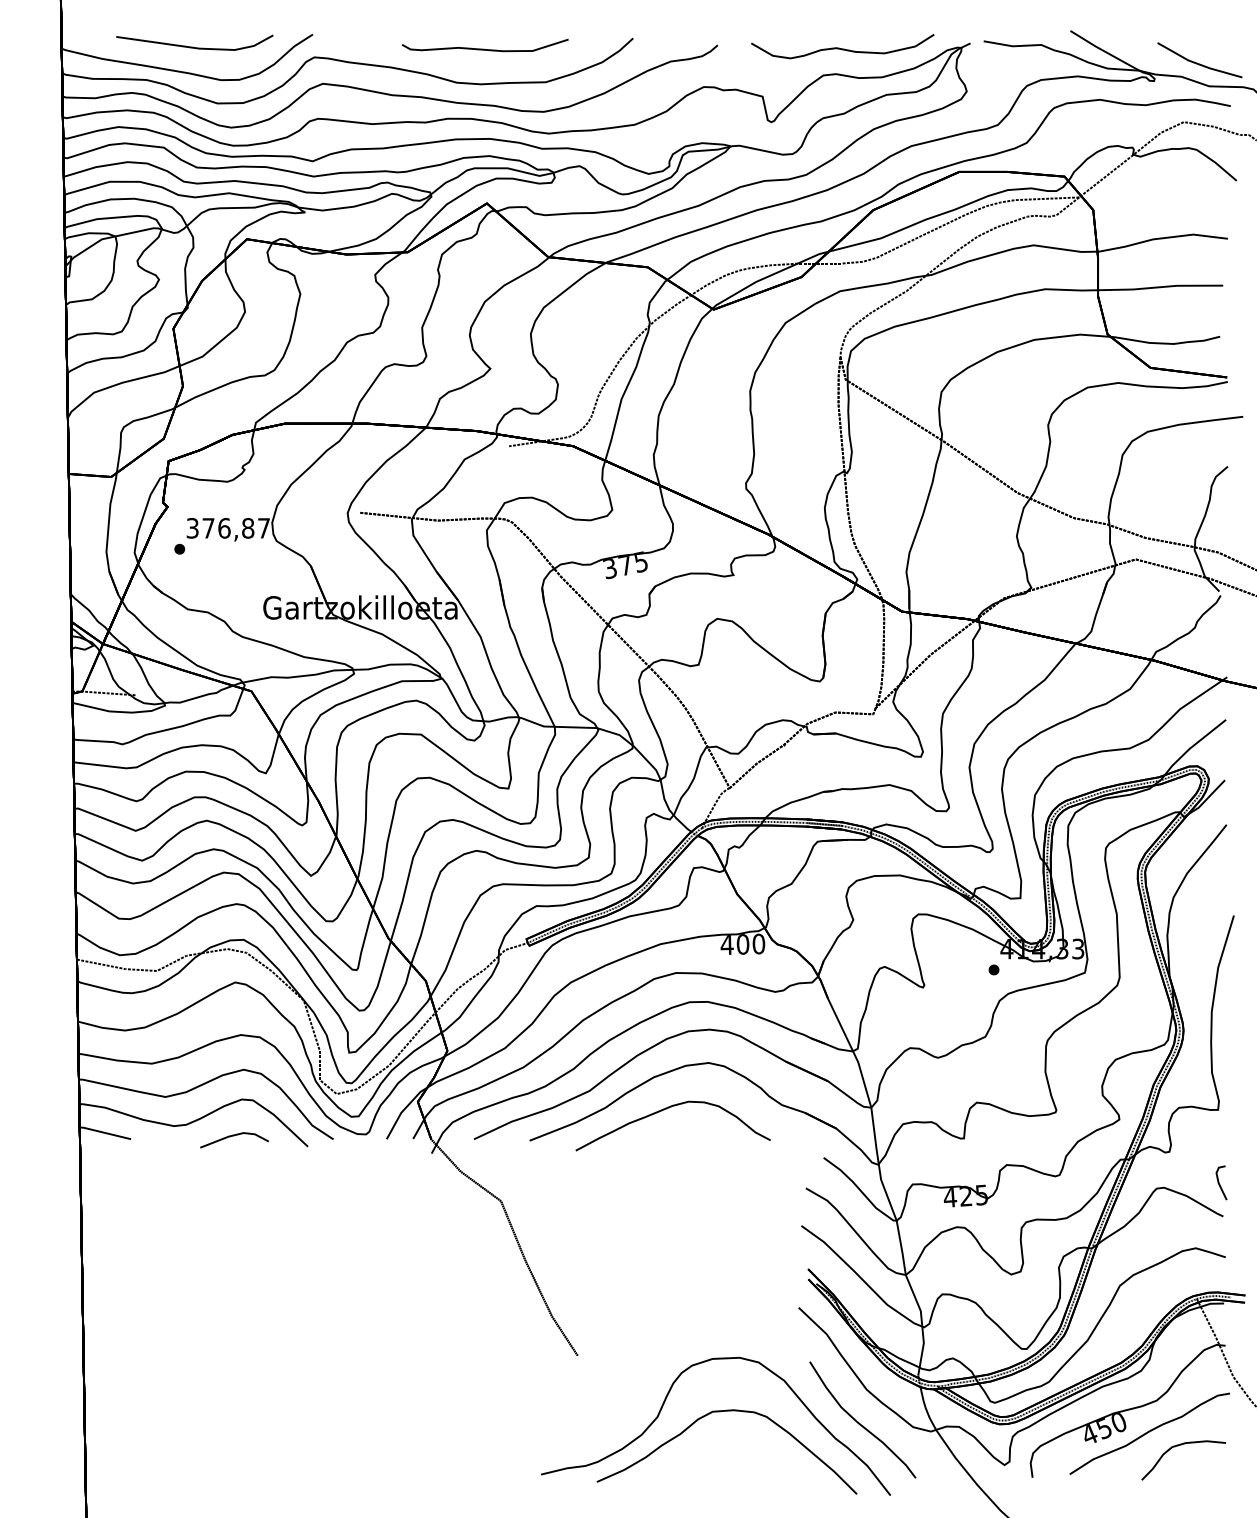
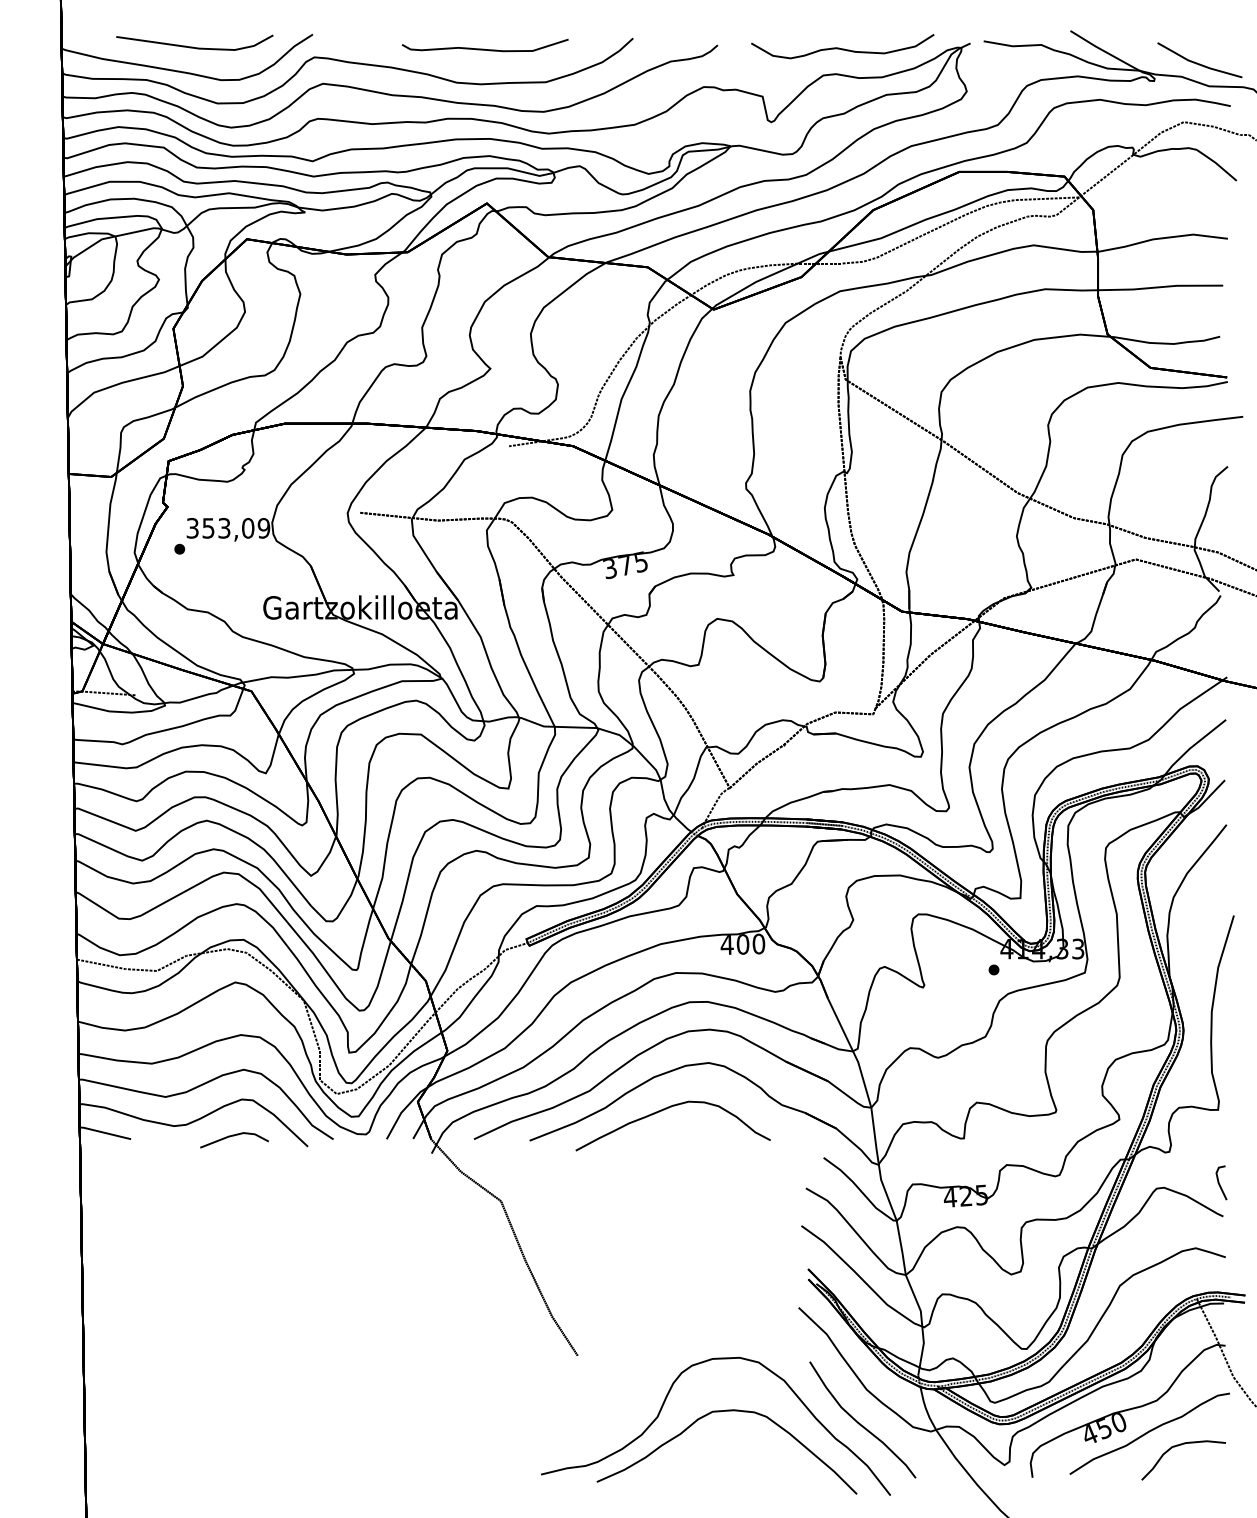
text at (236, 528): 376,87 -> 353,09
